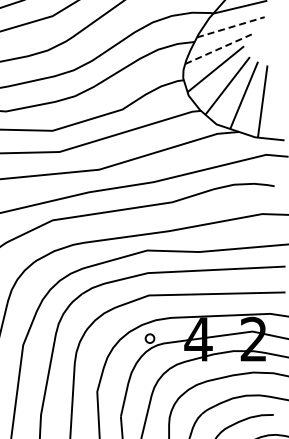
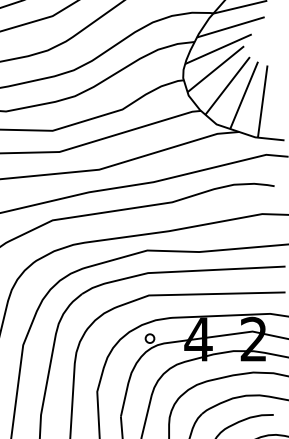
line at (231, 27): dashed -> solid
line at (218, 49): dashed -> solid
